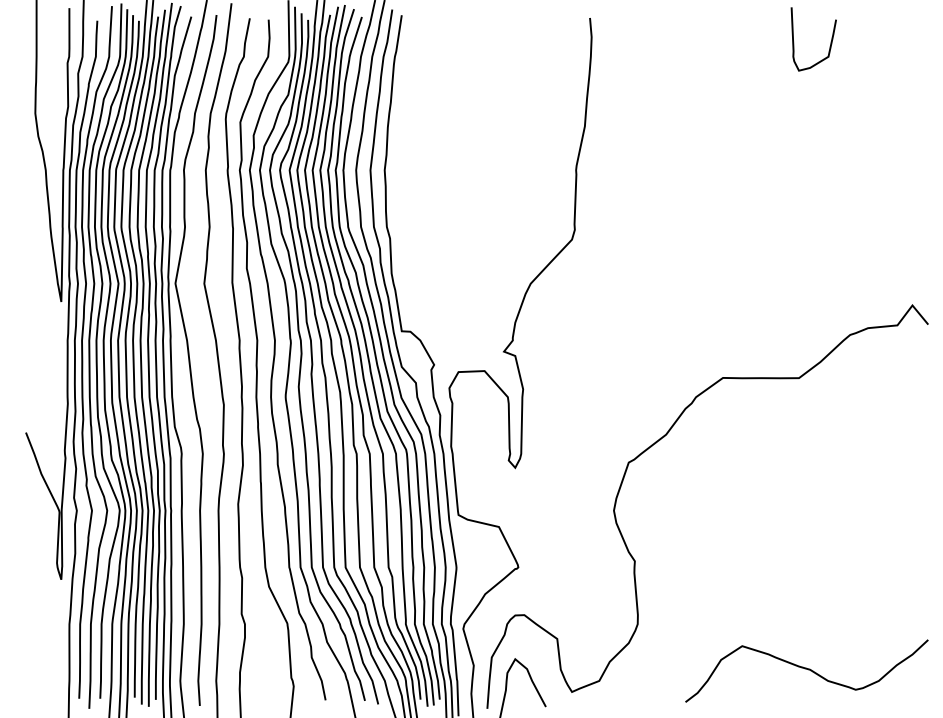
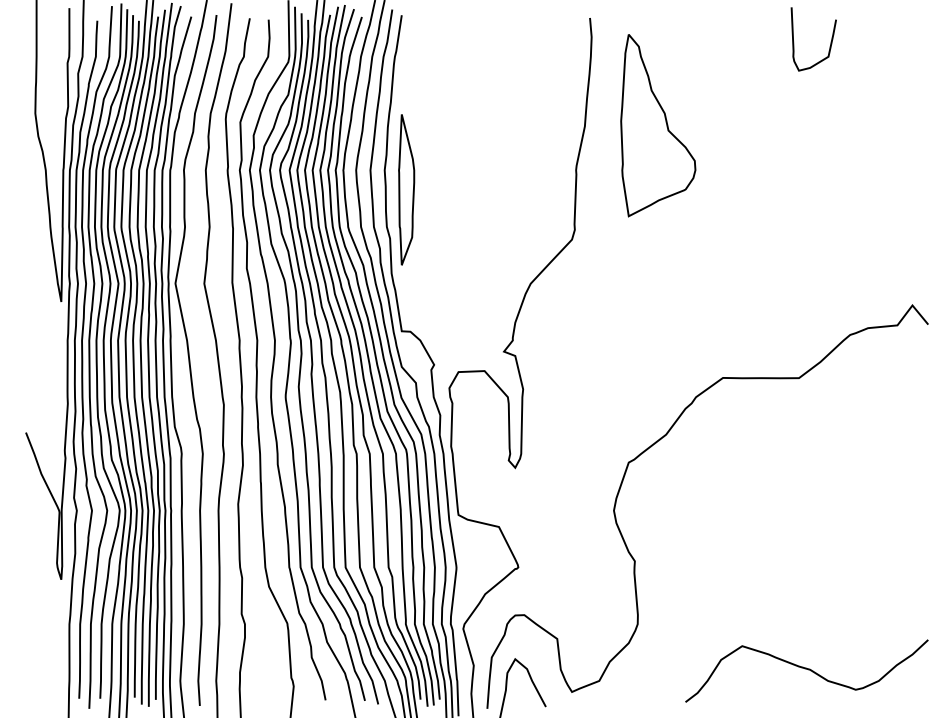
part at (658, 125): none -> present
part at (406, 189): none -> present
